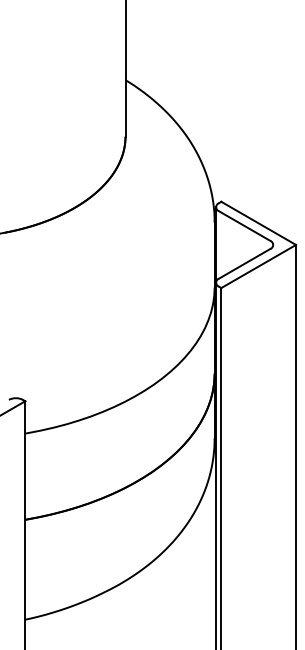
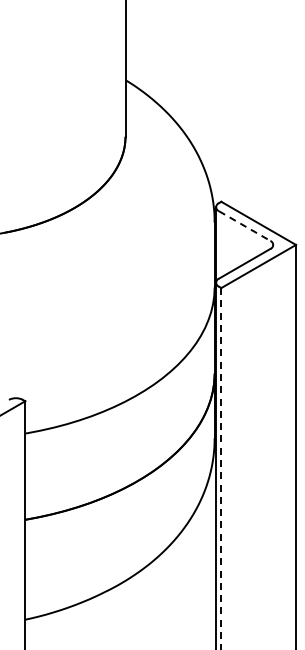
line at (244, 226): solid -> dashed
line at (221, 468): solid -> dashed
